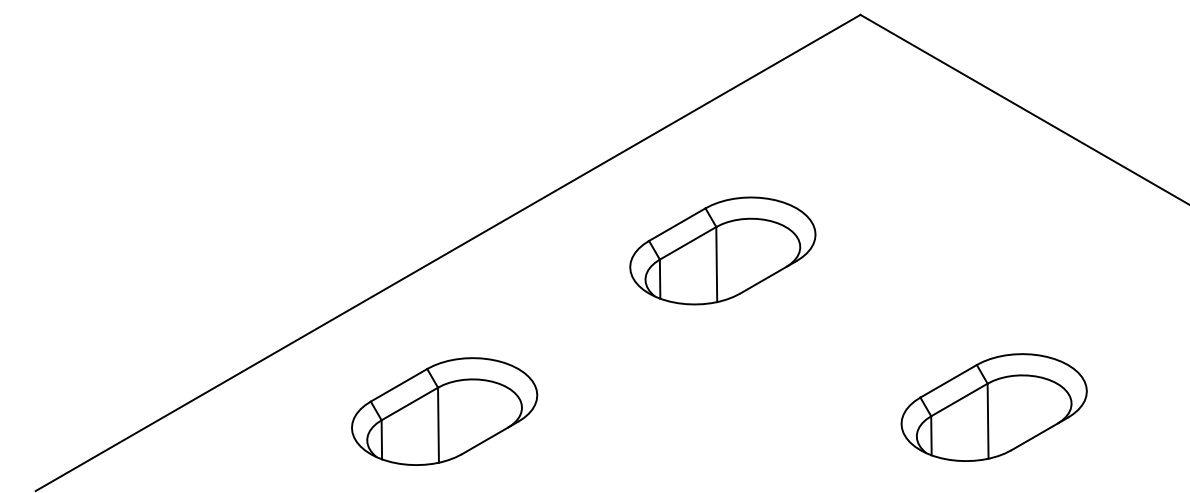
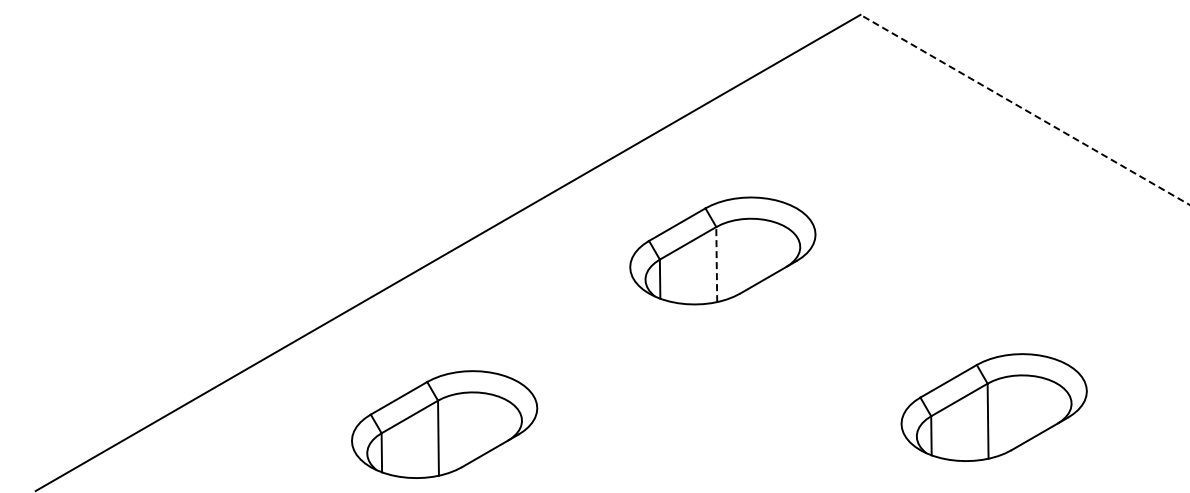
line at (1024, 109): solid -> dashed
line at (716, 264): solid -> dashed
part at (444, 411) position: (444, 411) -> (444, 424)
